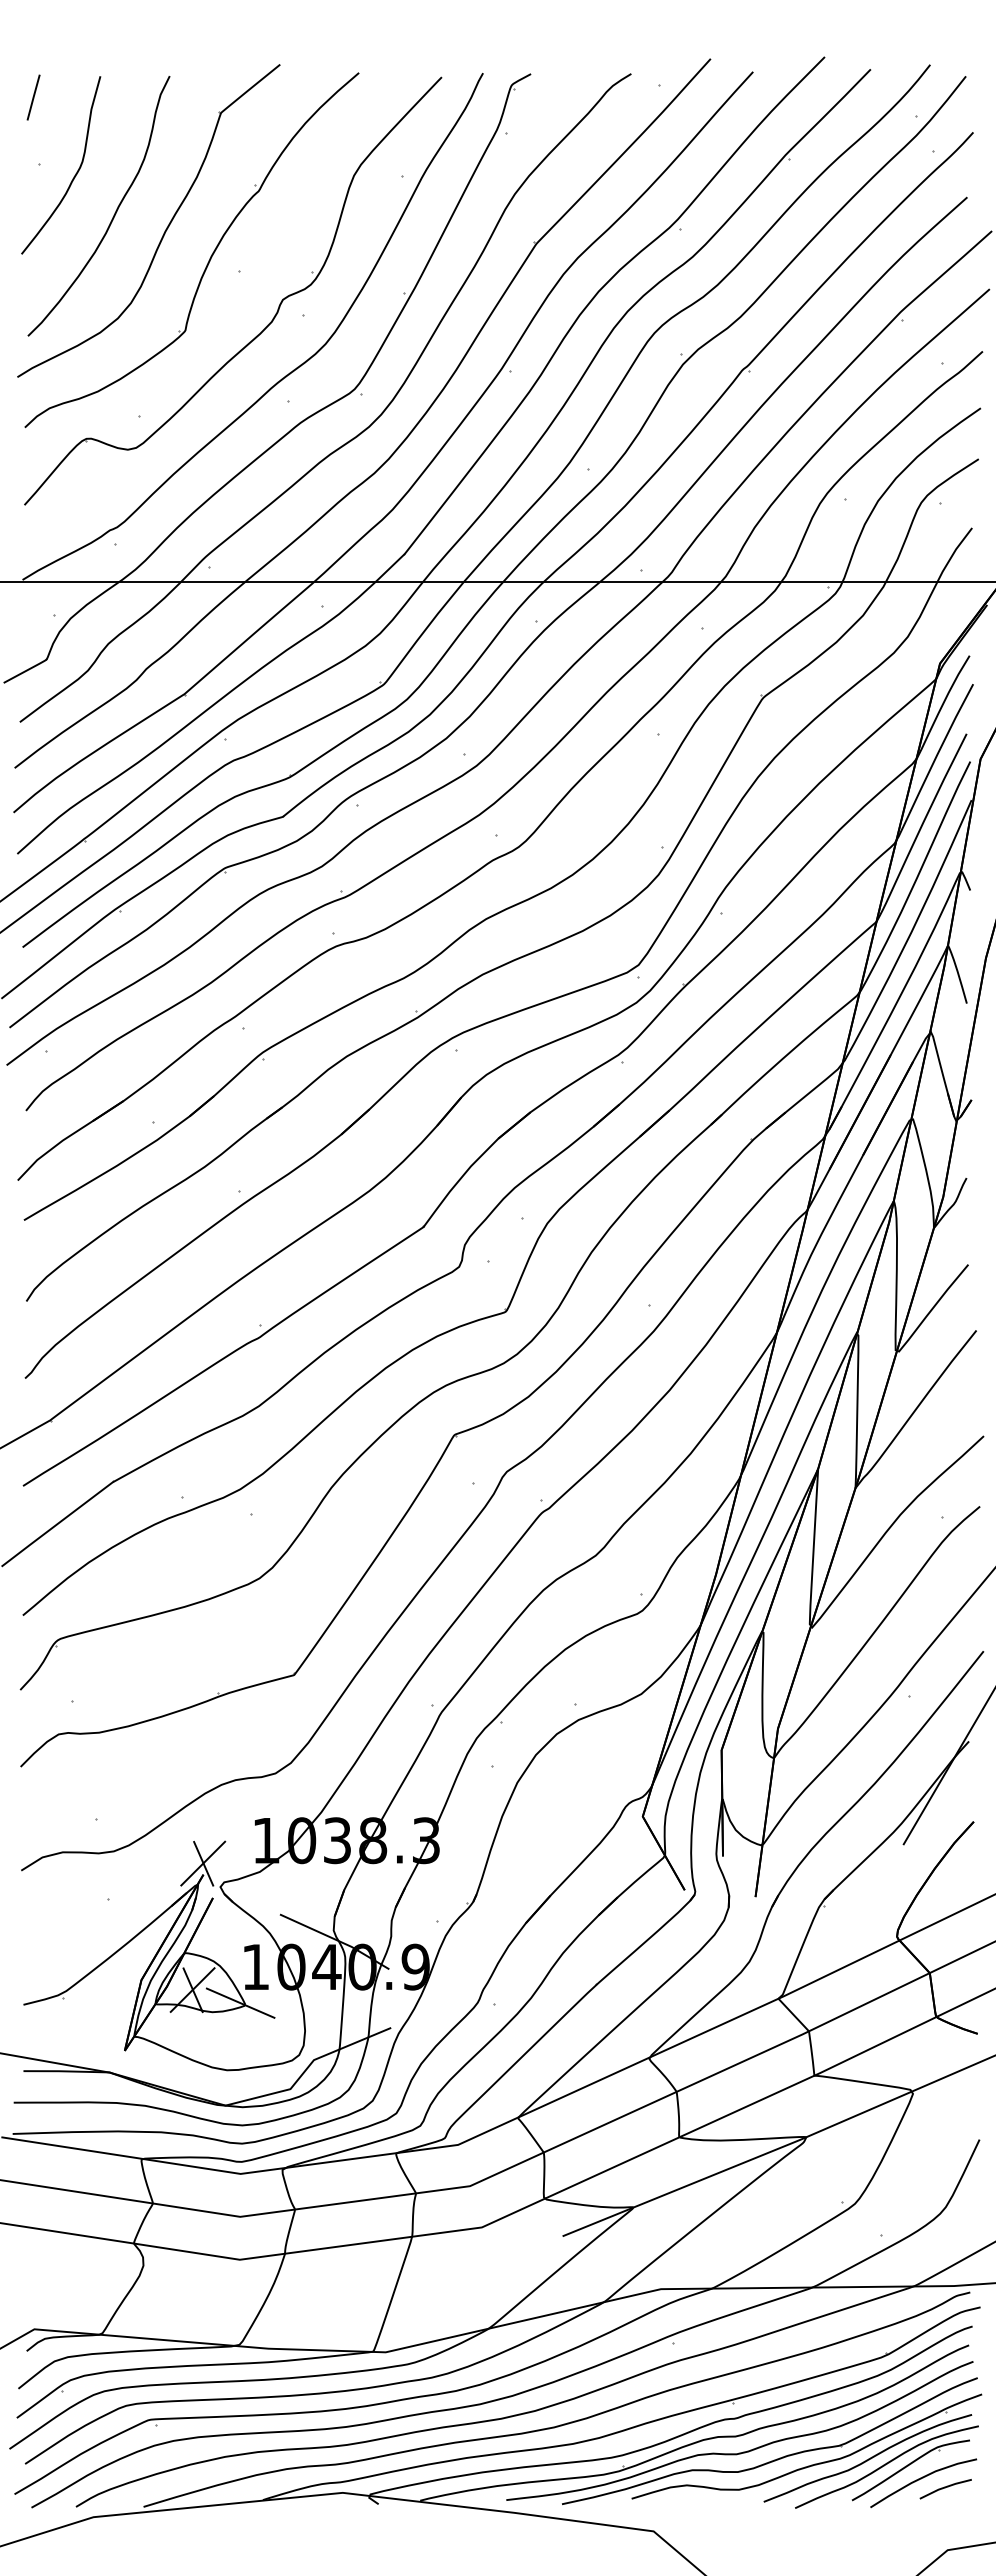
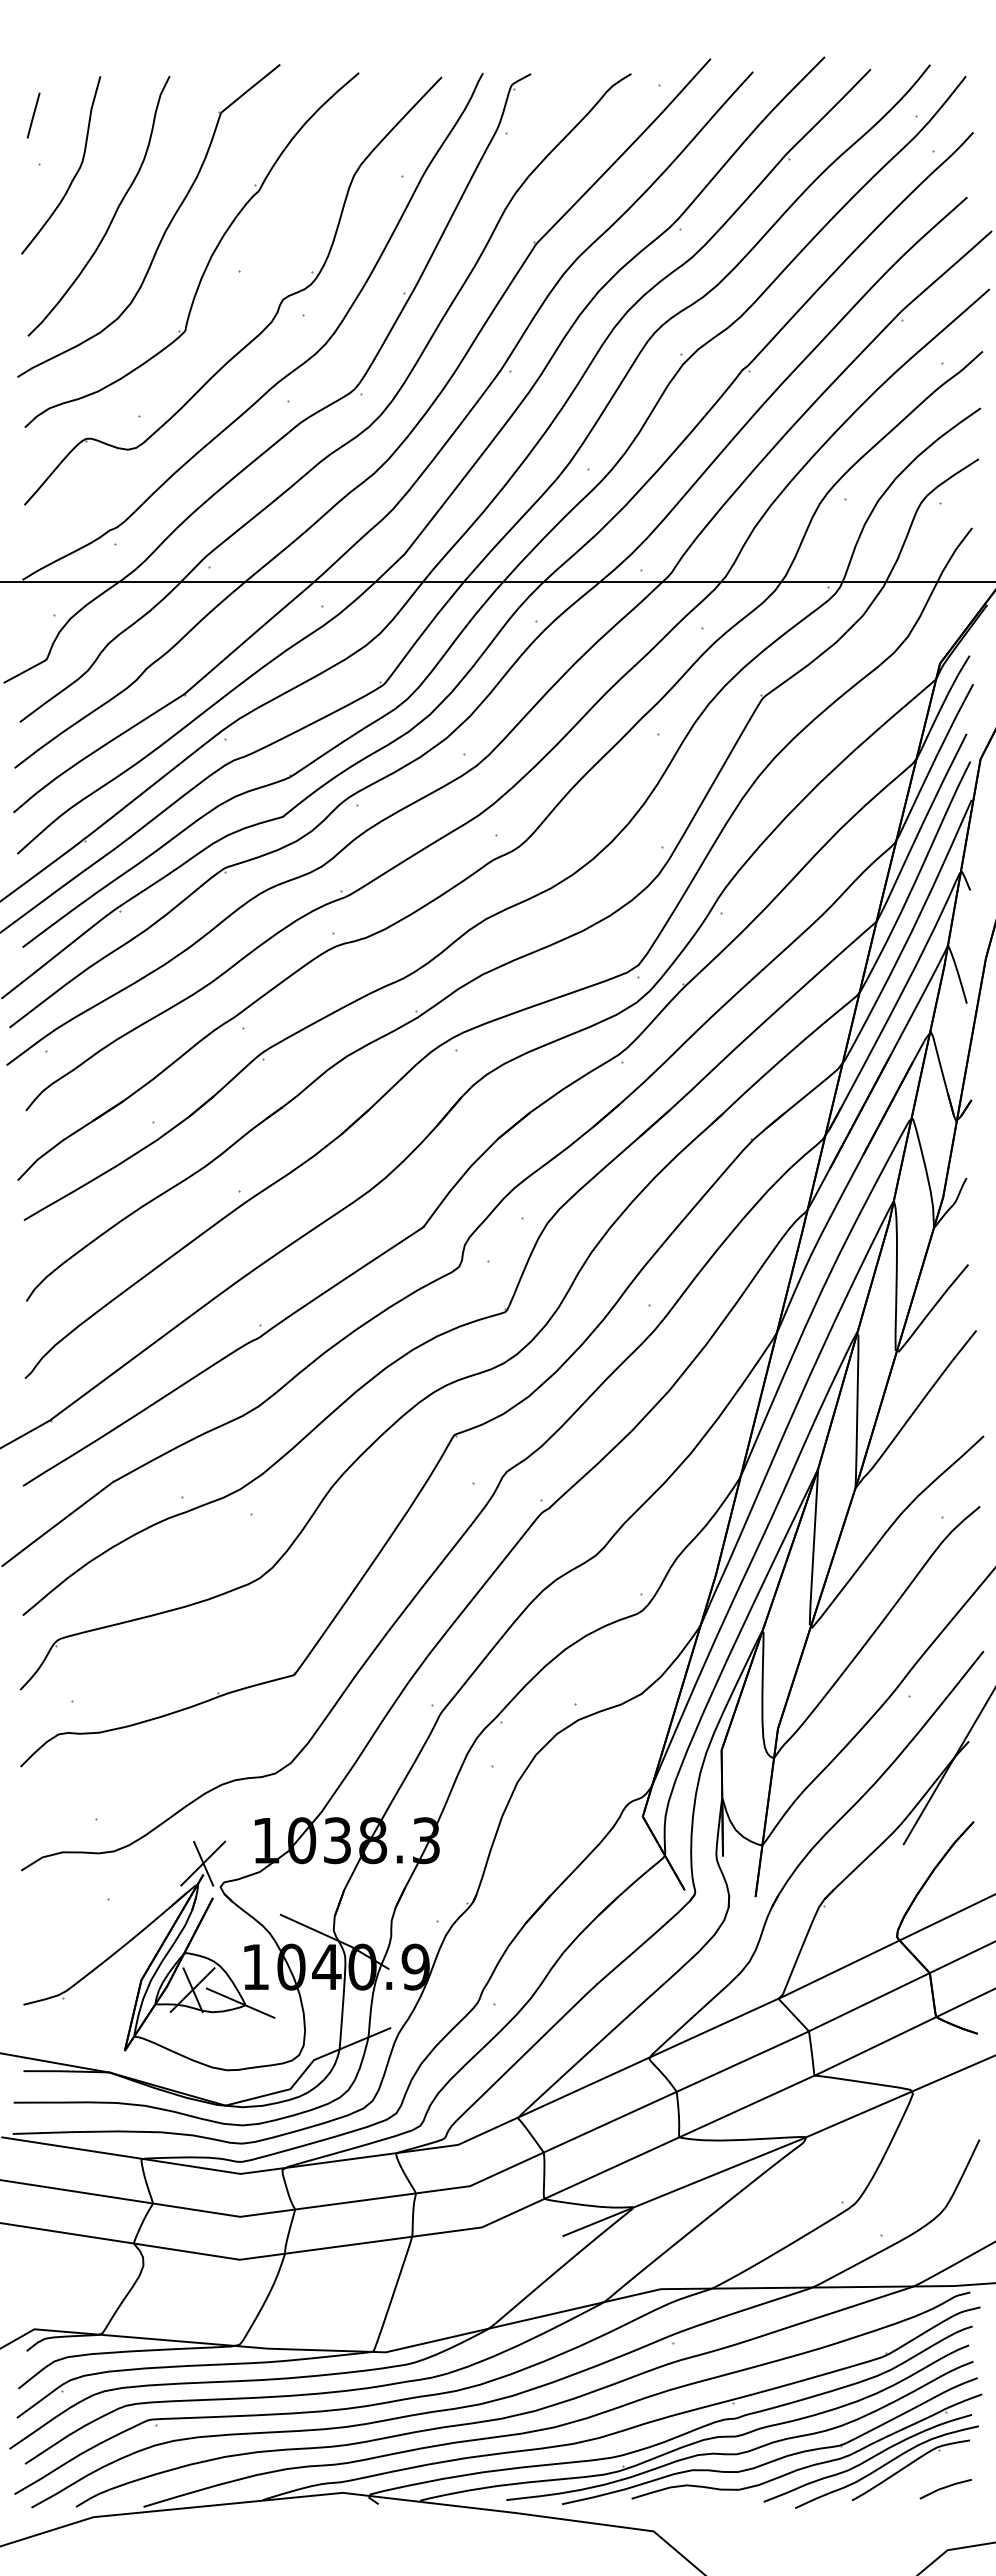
line at (33, 97) position: (33, 97) -> (33, 115)
curve at (921, 2479): present -> none
